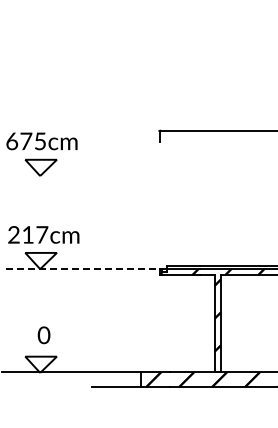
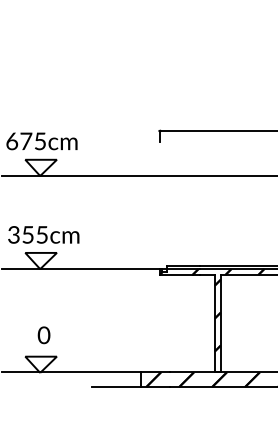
line at (138, 176): none -> present
text at (28, 234): 217cm -> 355cm
line at (84, 269): dashed -> solid
